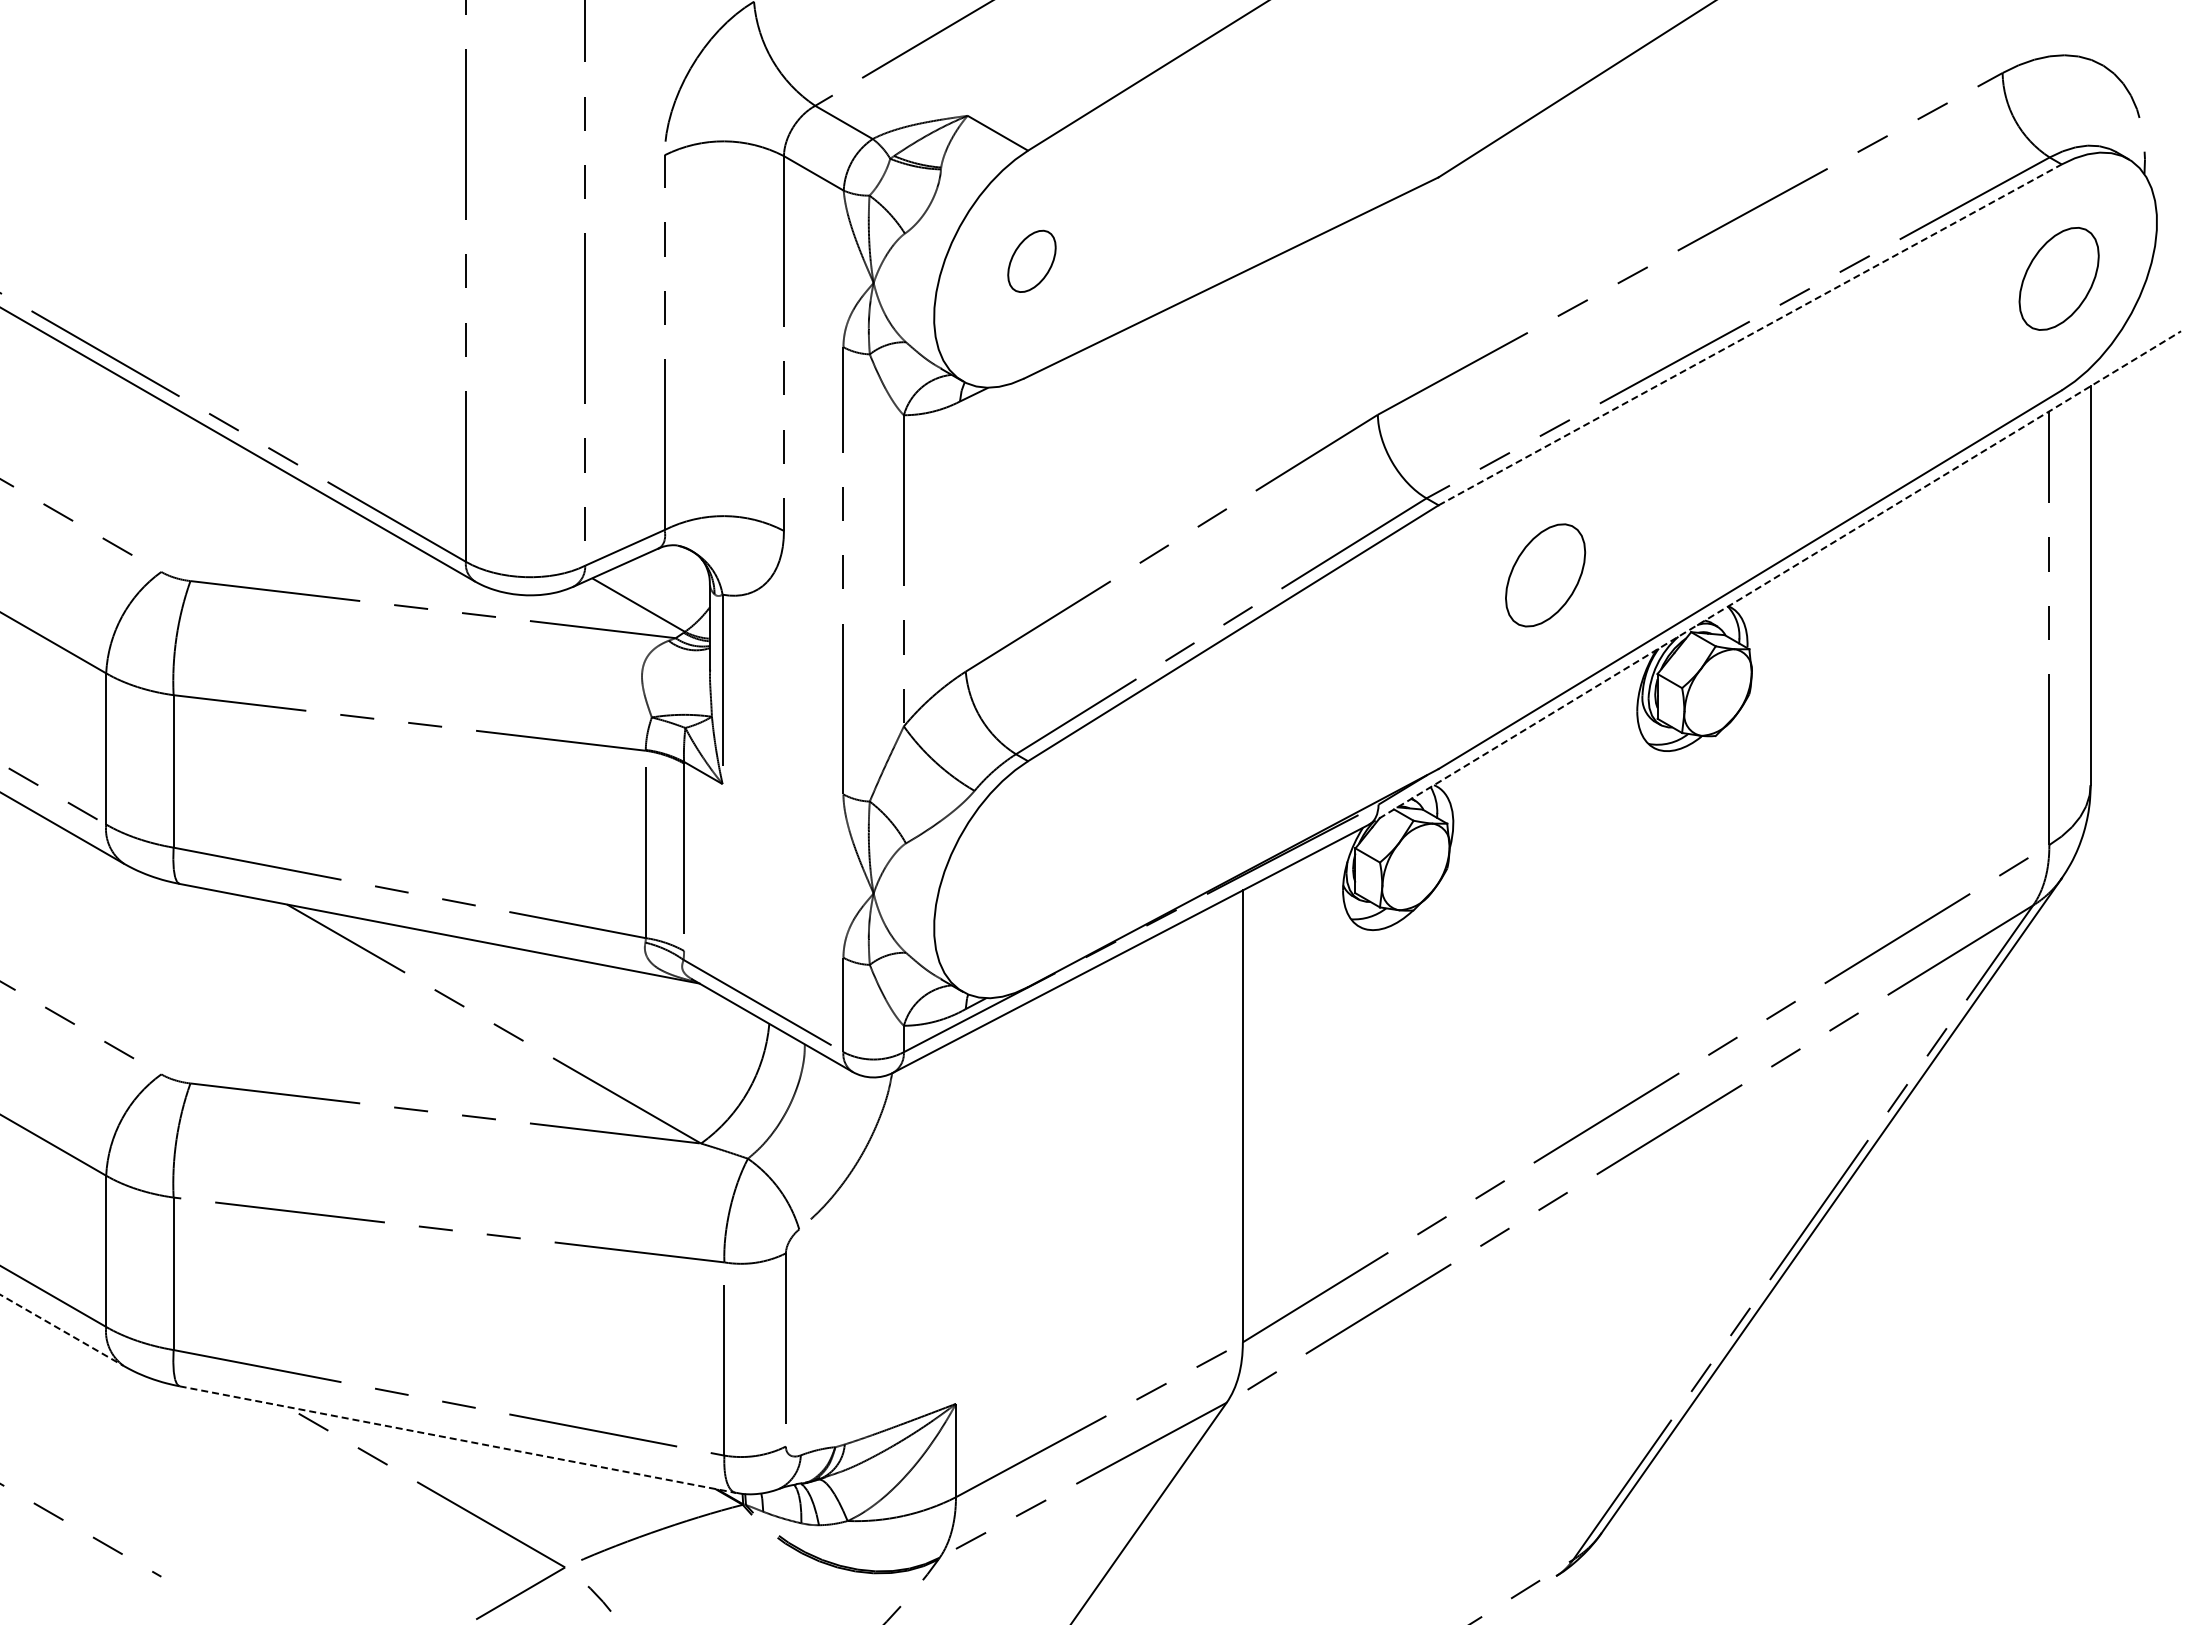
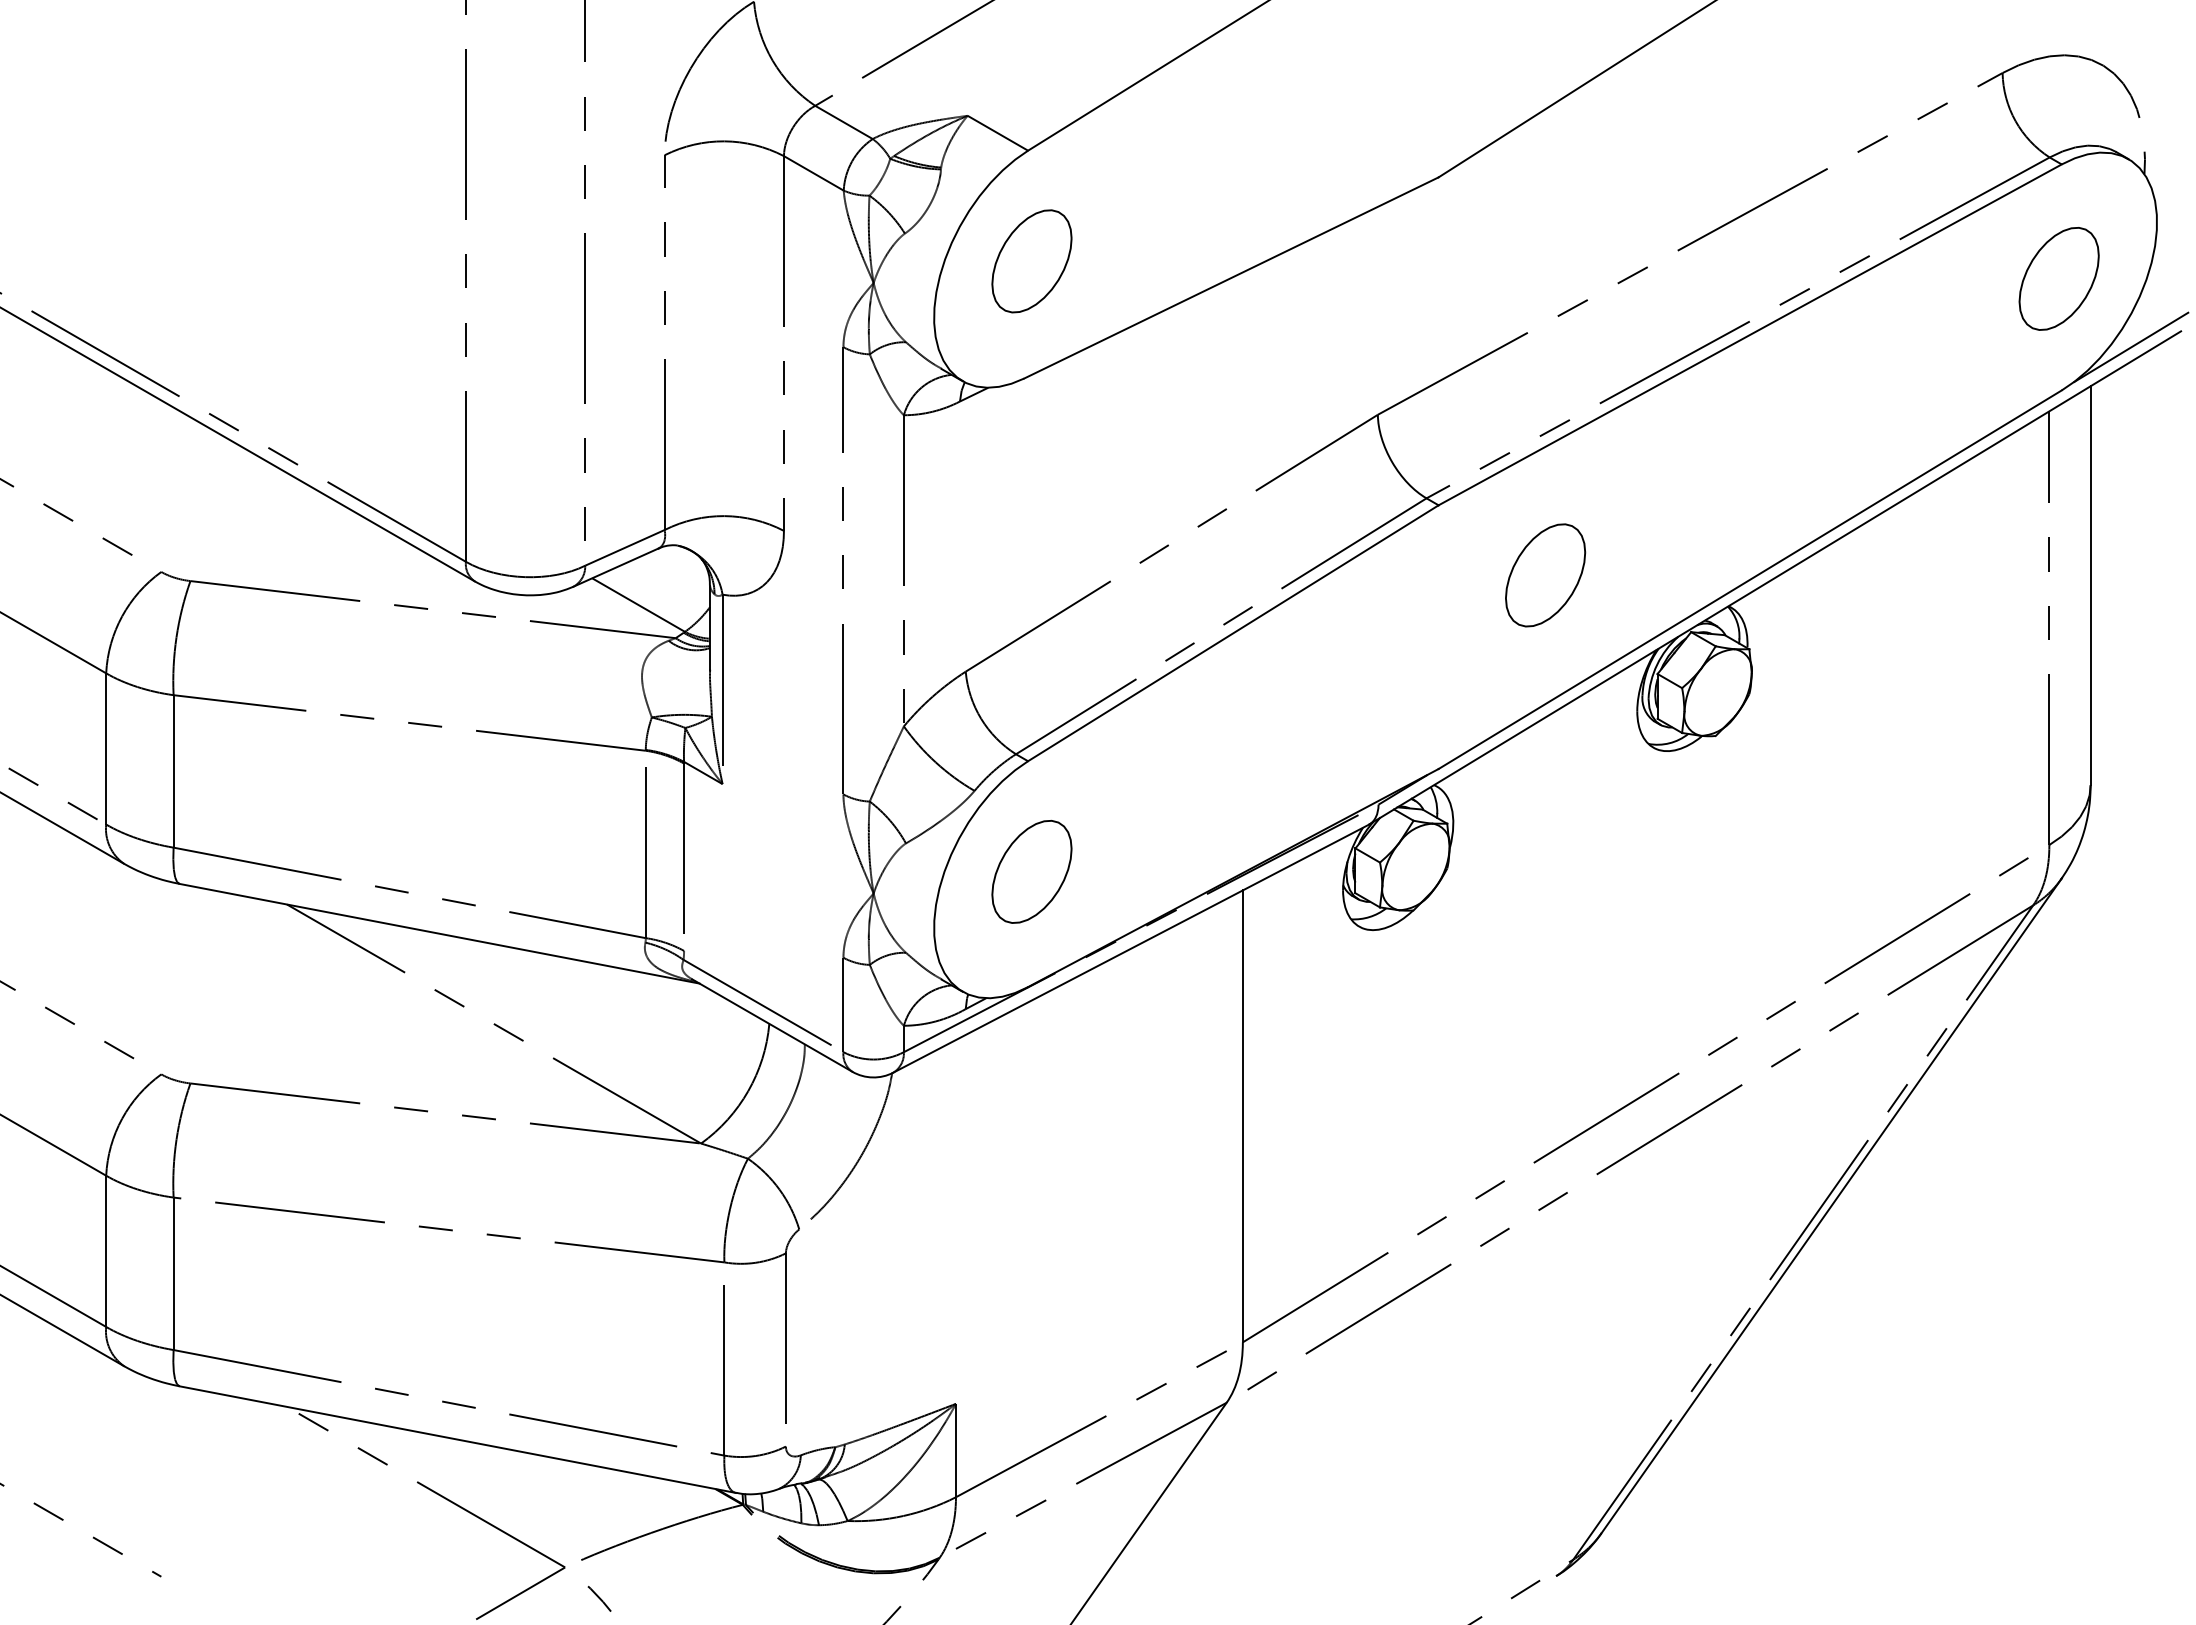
part at (1031, 260) size: 50x64 px -> 82x105 px
line at (1750, 334): dashed -> solid
line at (2131, 347): none -> present
line at (1775, 577): dashed -> solid
part at (1031, 871): none -> present
line at (62, 1330): dashed -> solid
line at (458, 1439): dashed -> solid
